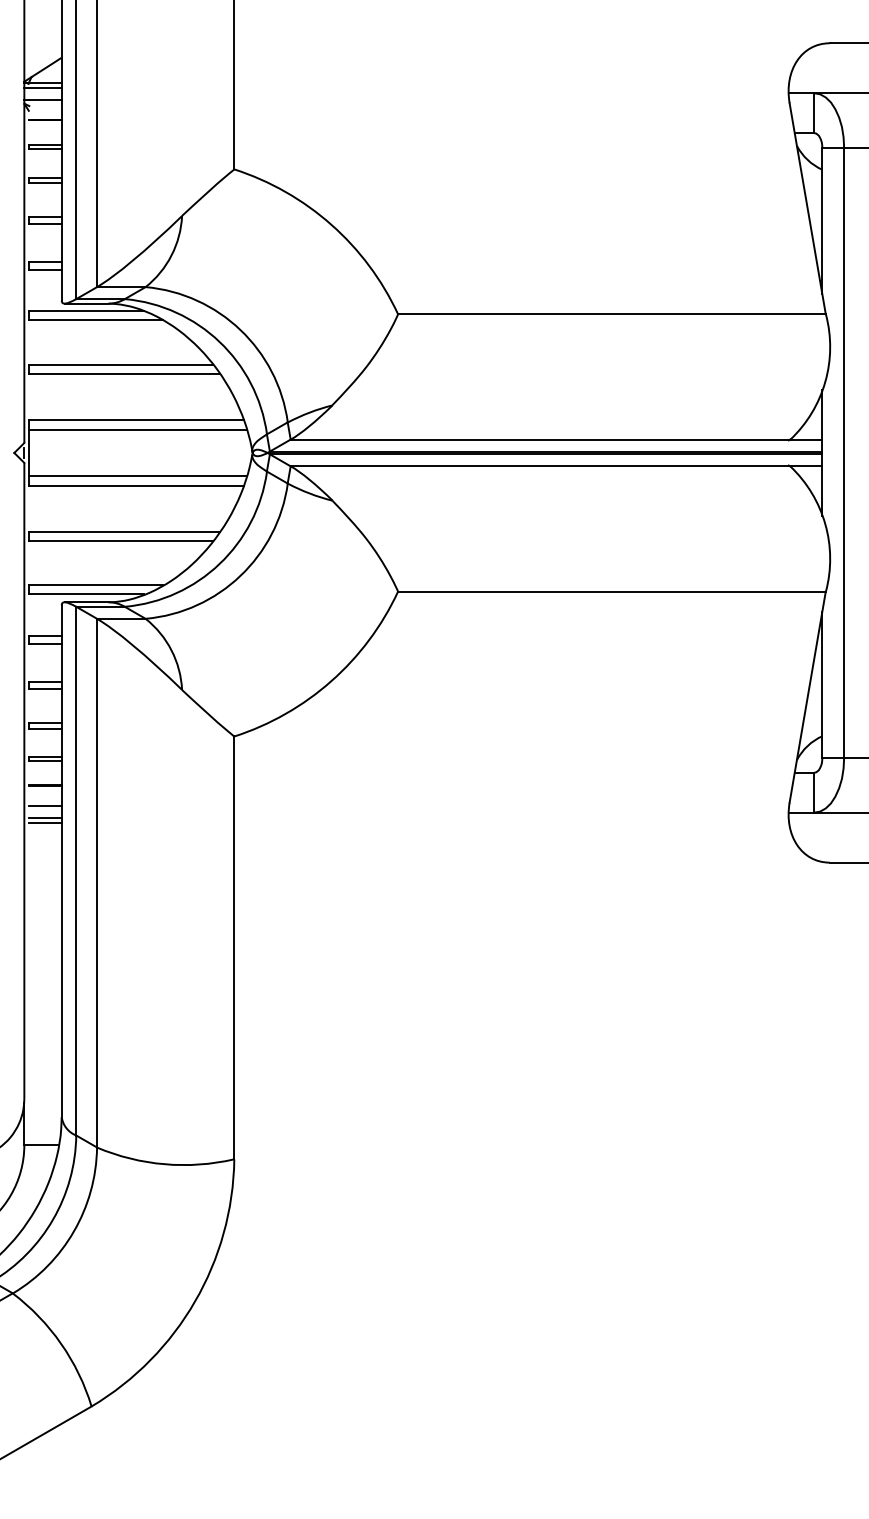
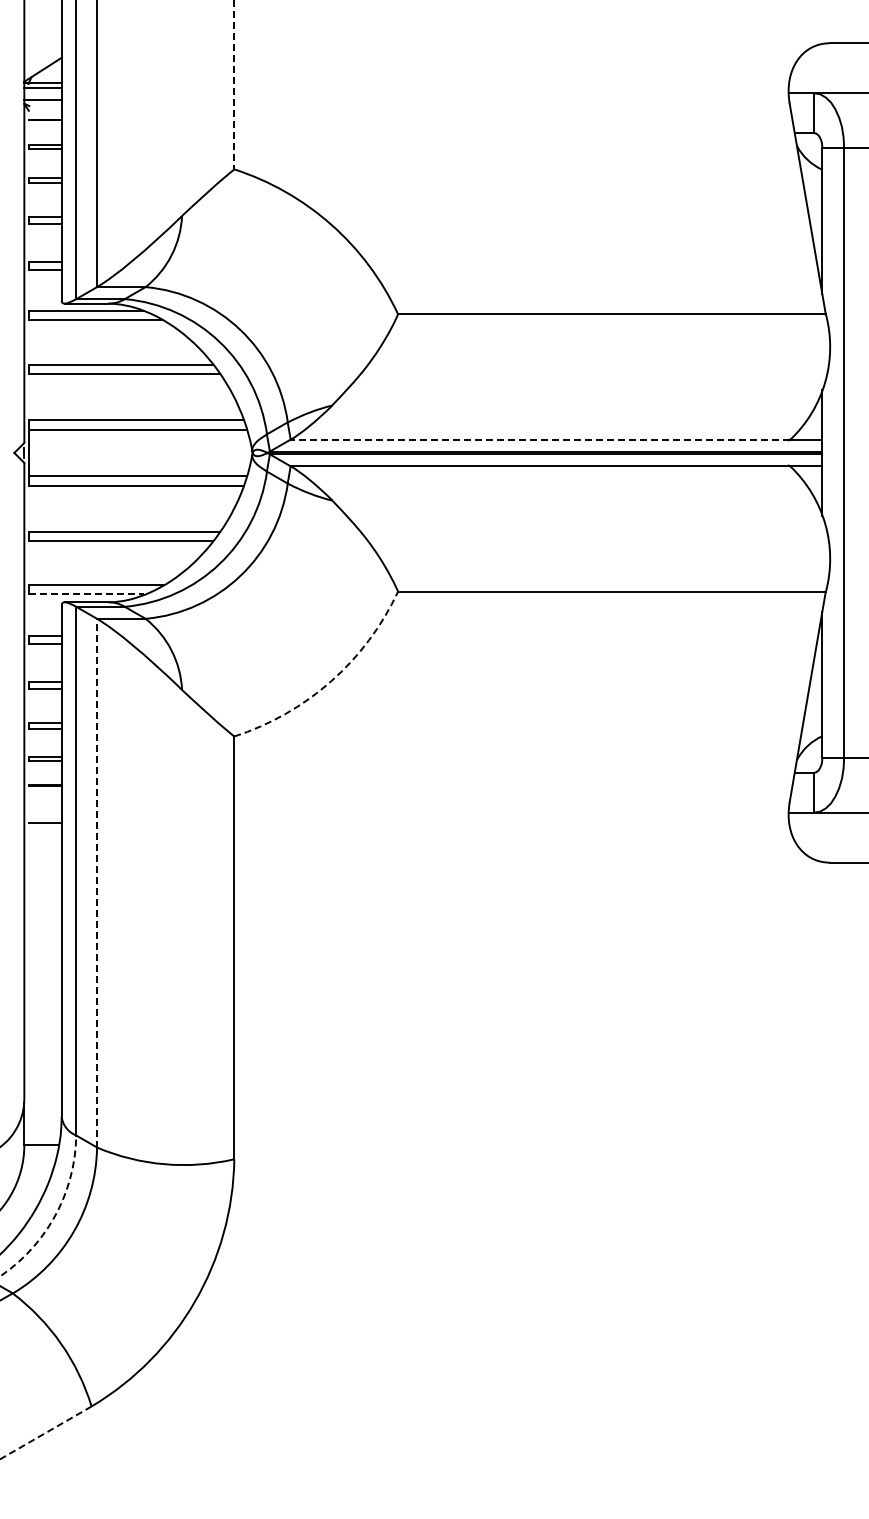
line at (234, 85): solid -> dashed
line at (540, 439): solid -> dashed
line at (86, 594): solid -> dashed
arc at (331, 681): solid -> dashed
line at (45, 805): present -> none
line at (45, 818): present -> none
line at (97, 882): solid -> dashed
arc at (55, 1215): solid -> dashed
line at (45, 1432): solid -> dashed
